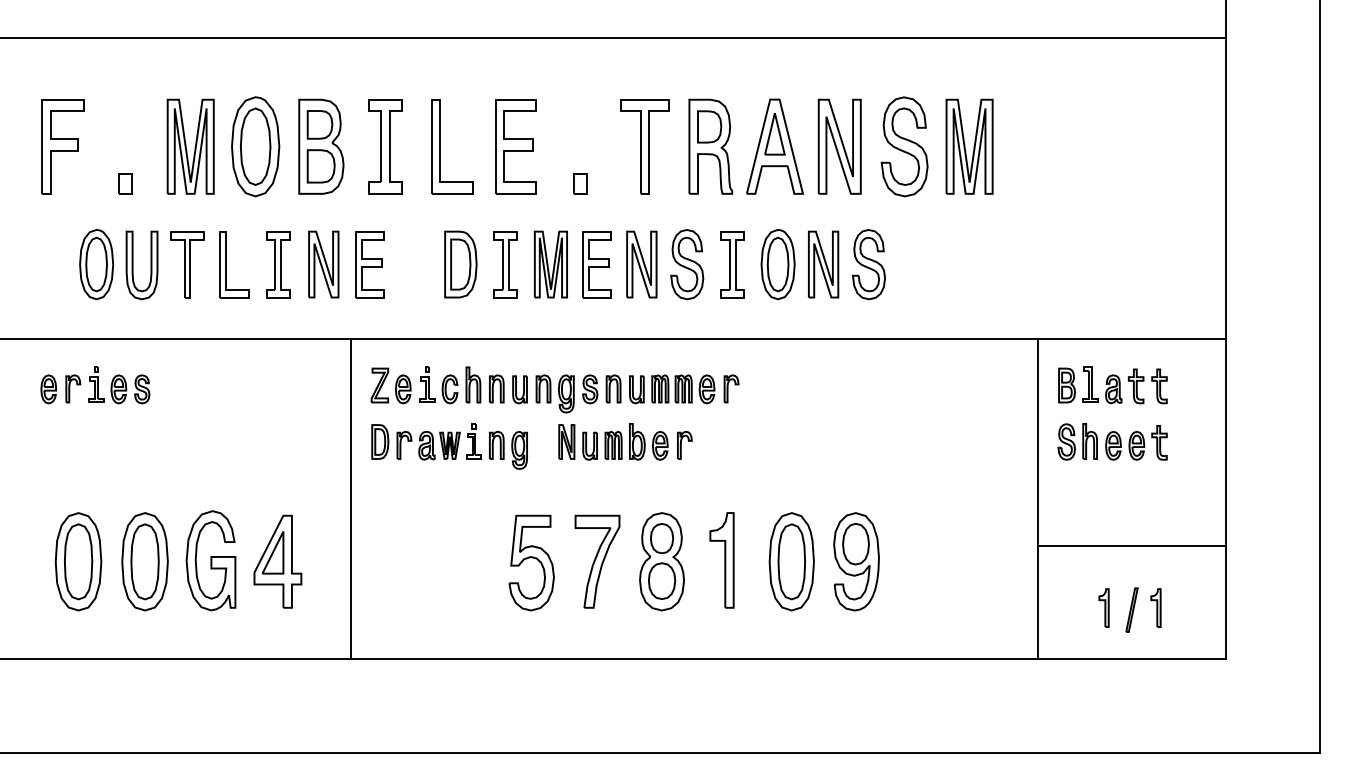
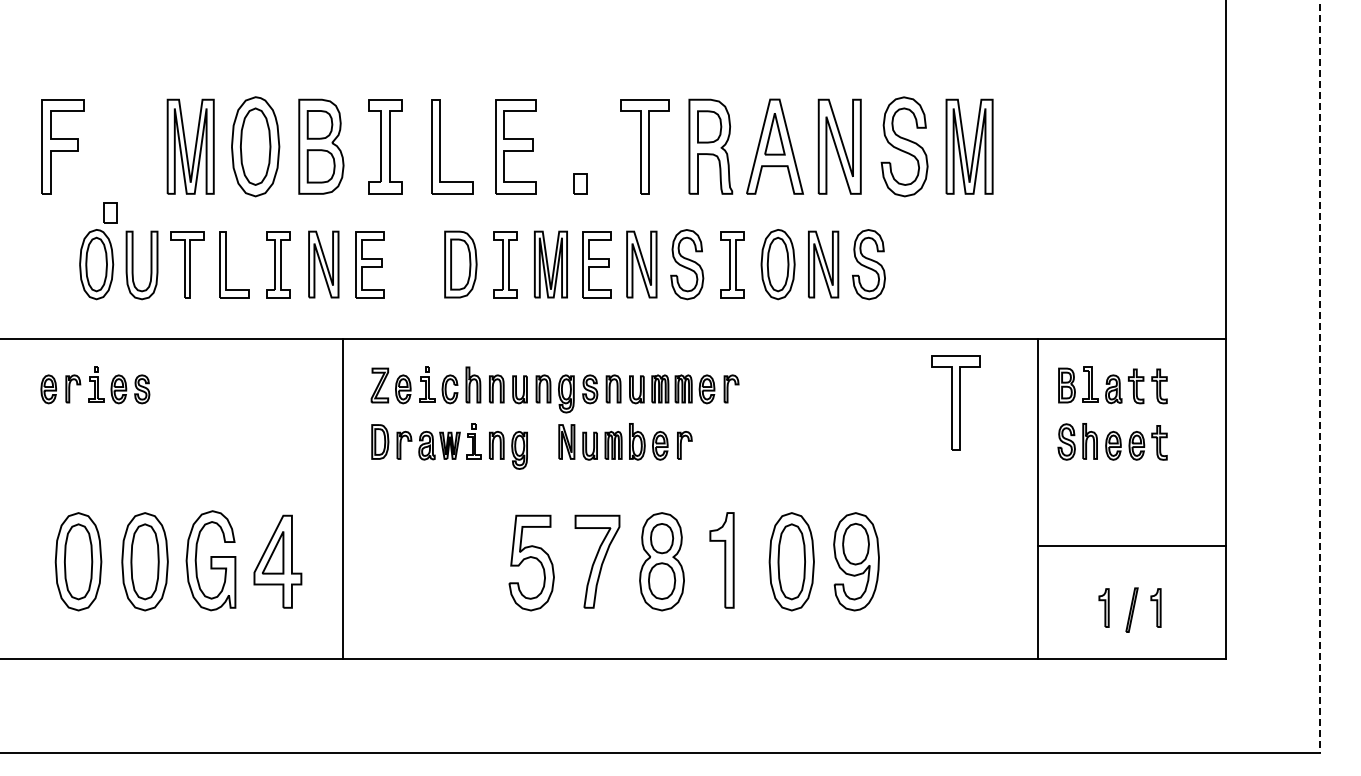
line at (614, 37): present -> none
part at (125, 183) position: (125, 183) -> (110, 212)
line at (1320, 376): solid -> dashed
part at (955, 402): none -> present
line at (351, 498) position: (351, 498) -> (343, 498)
